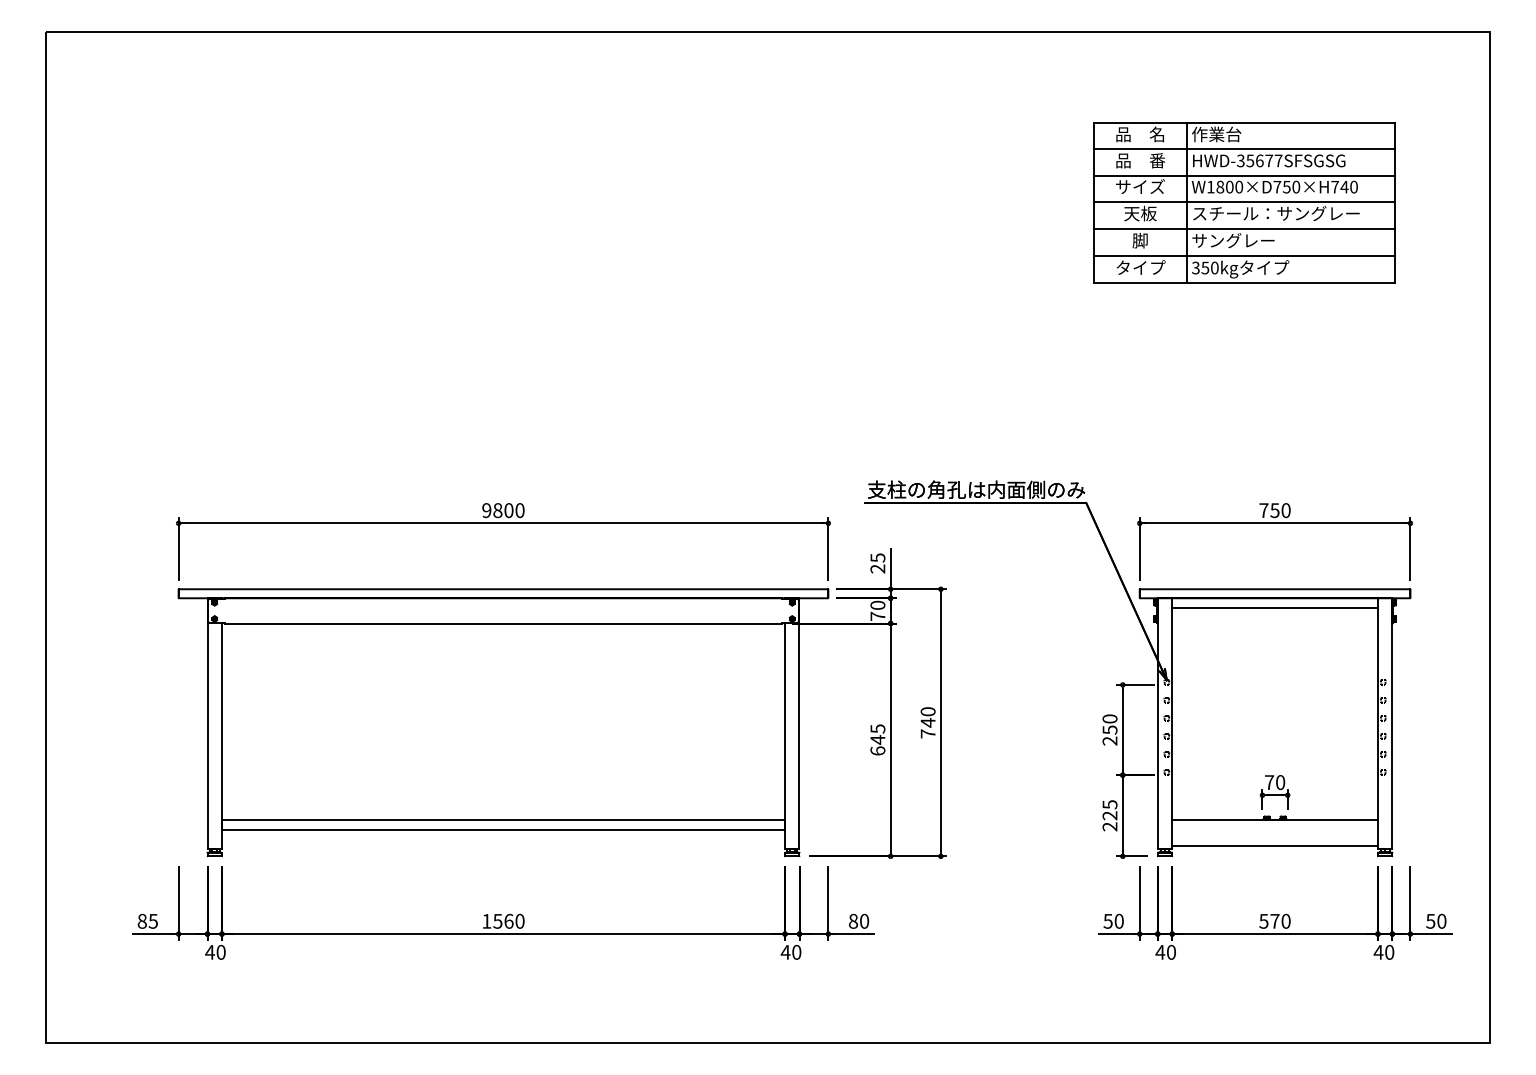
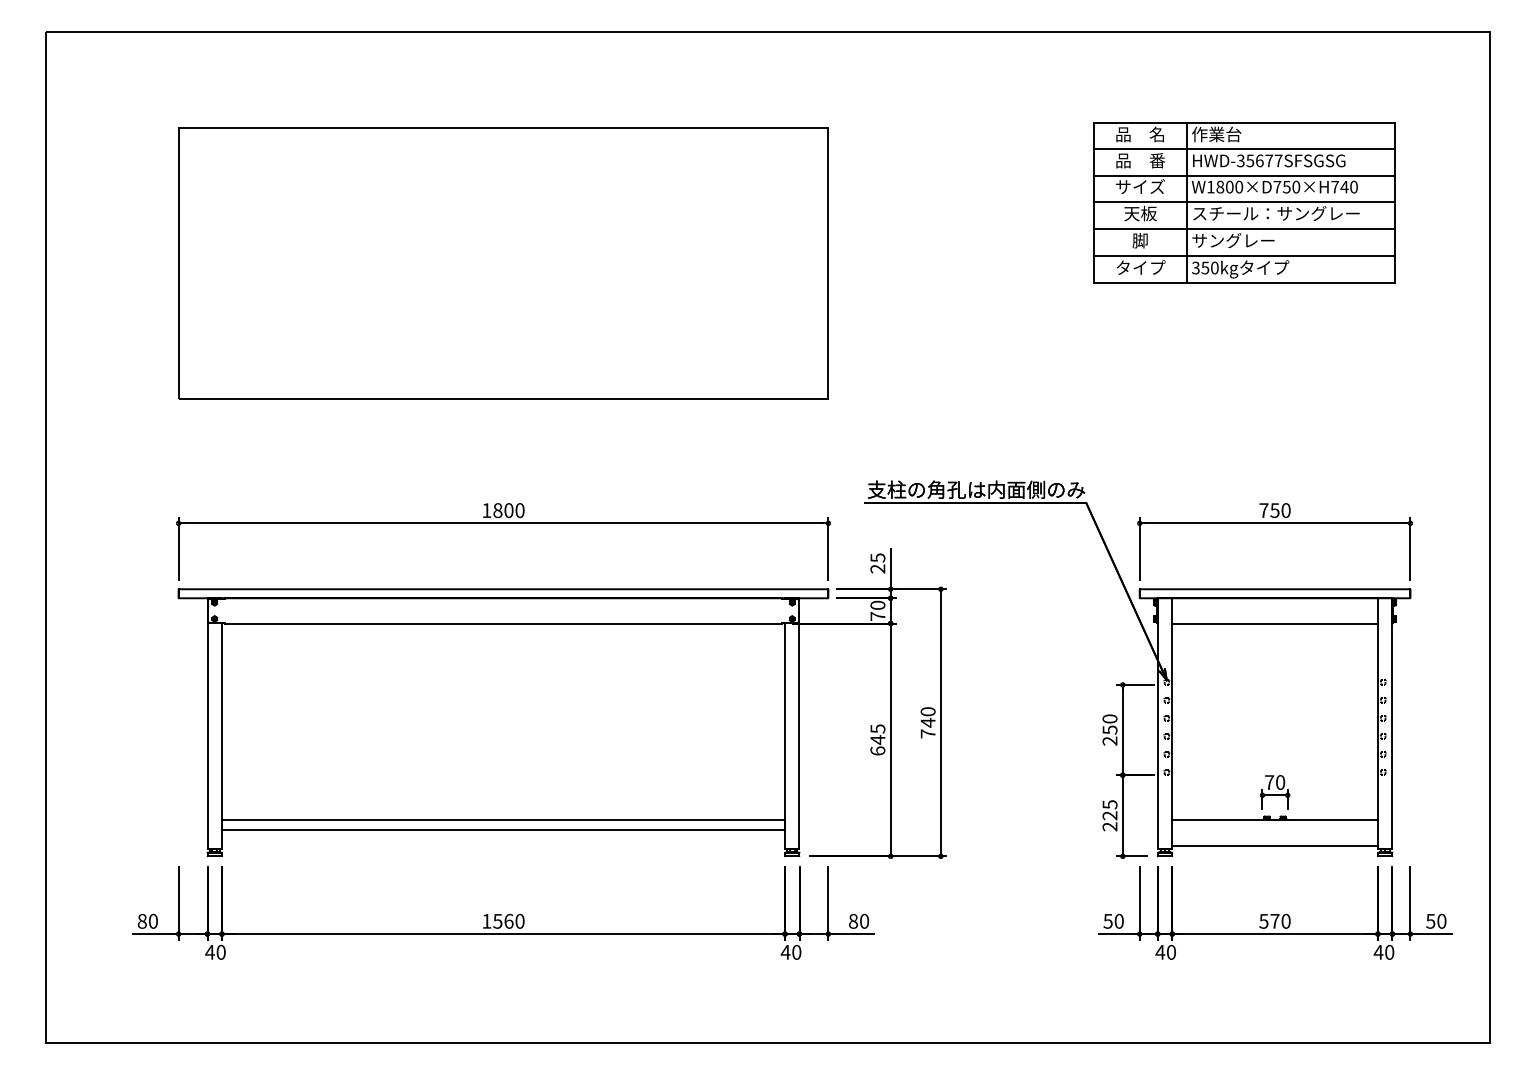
part at (503, 263): none -> present
text at (486, 510): 9800 -> 1800
line at (1274, 607) position: (1274, 607) -> (1274, 623)
text at (152, 920): 85 -> 80
